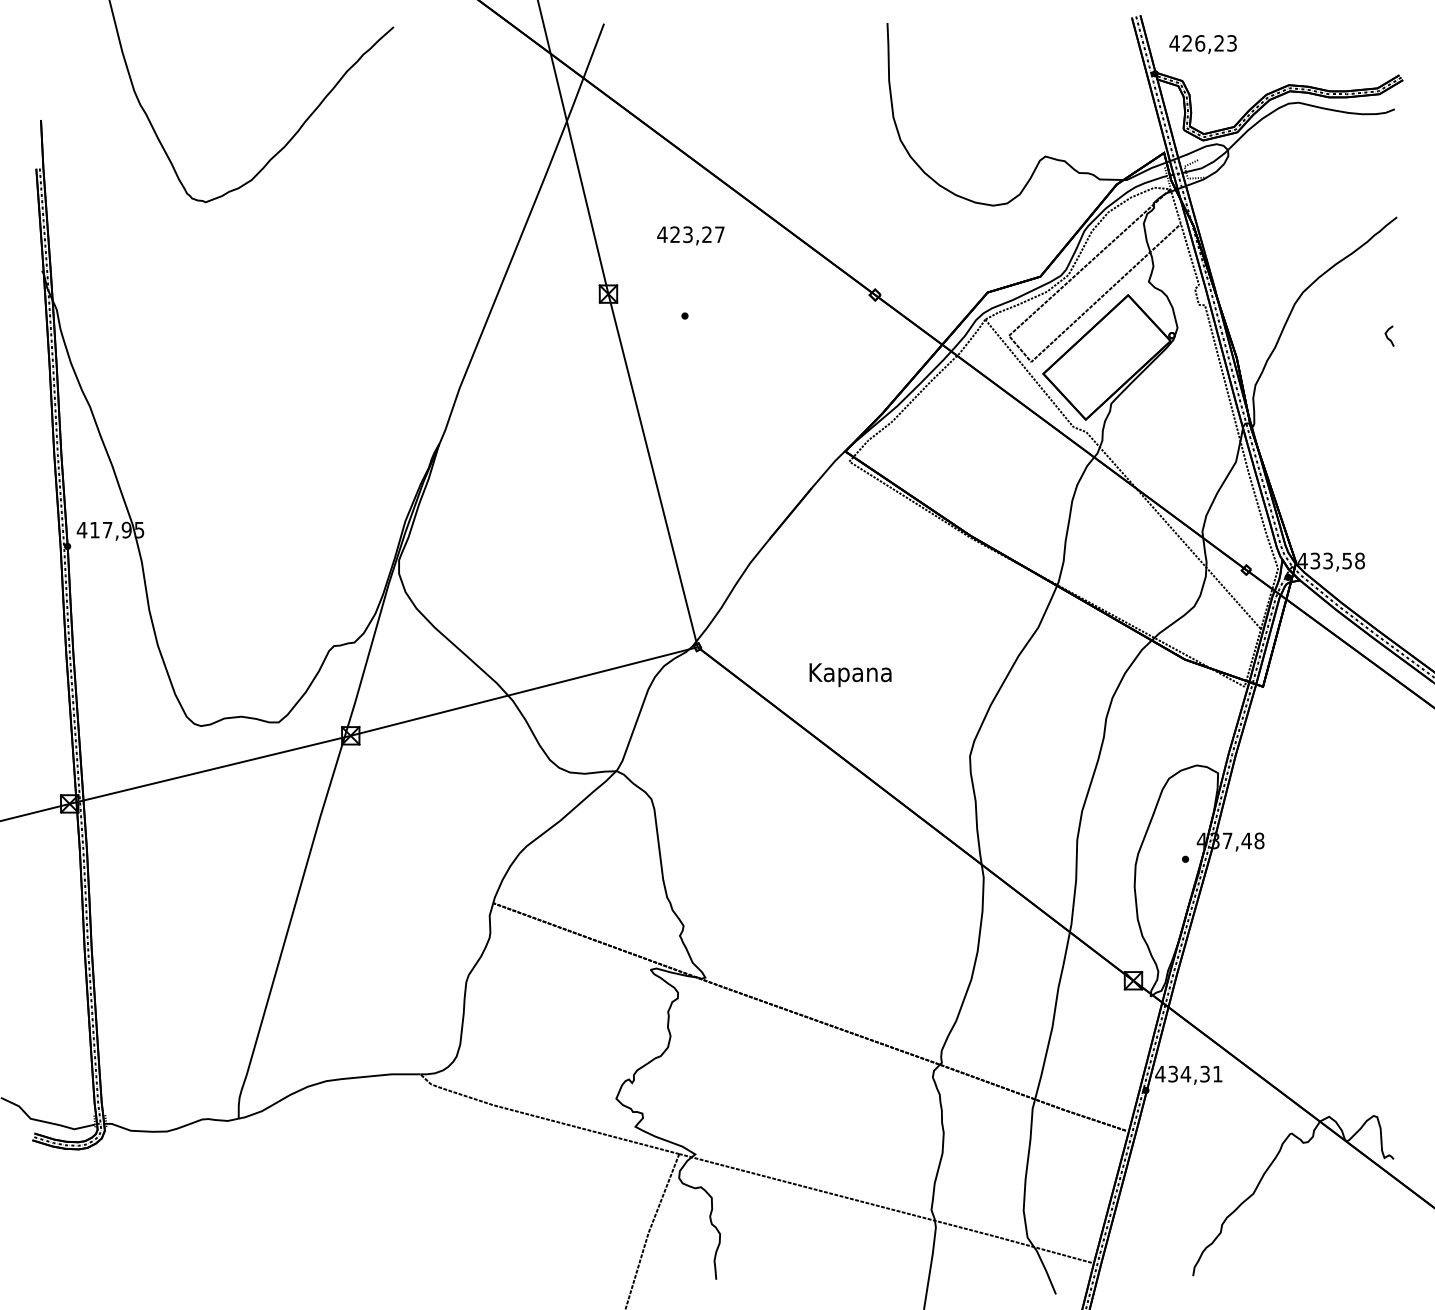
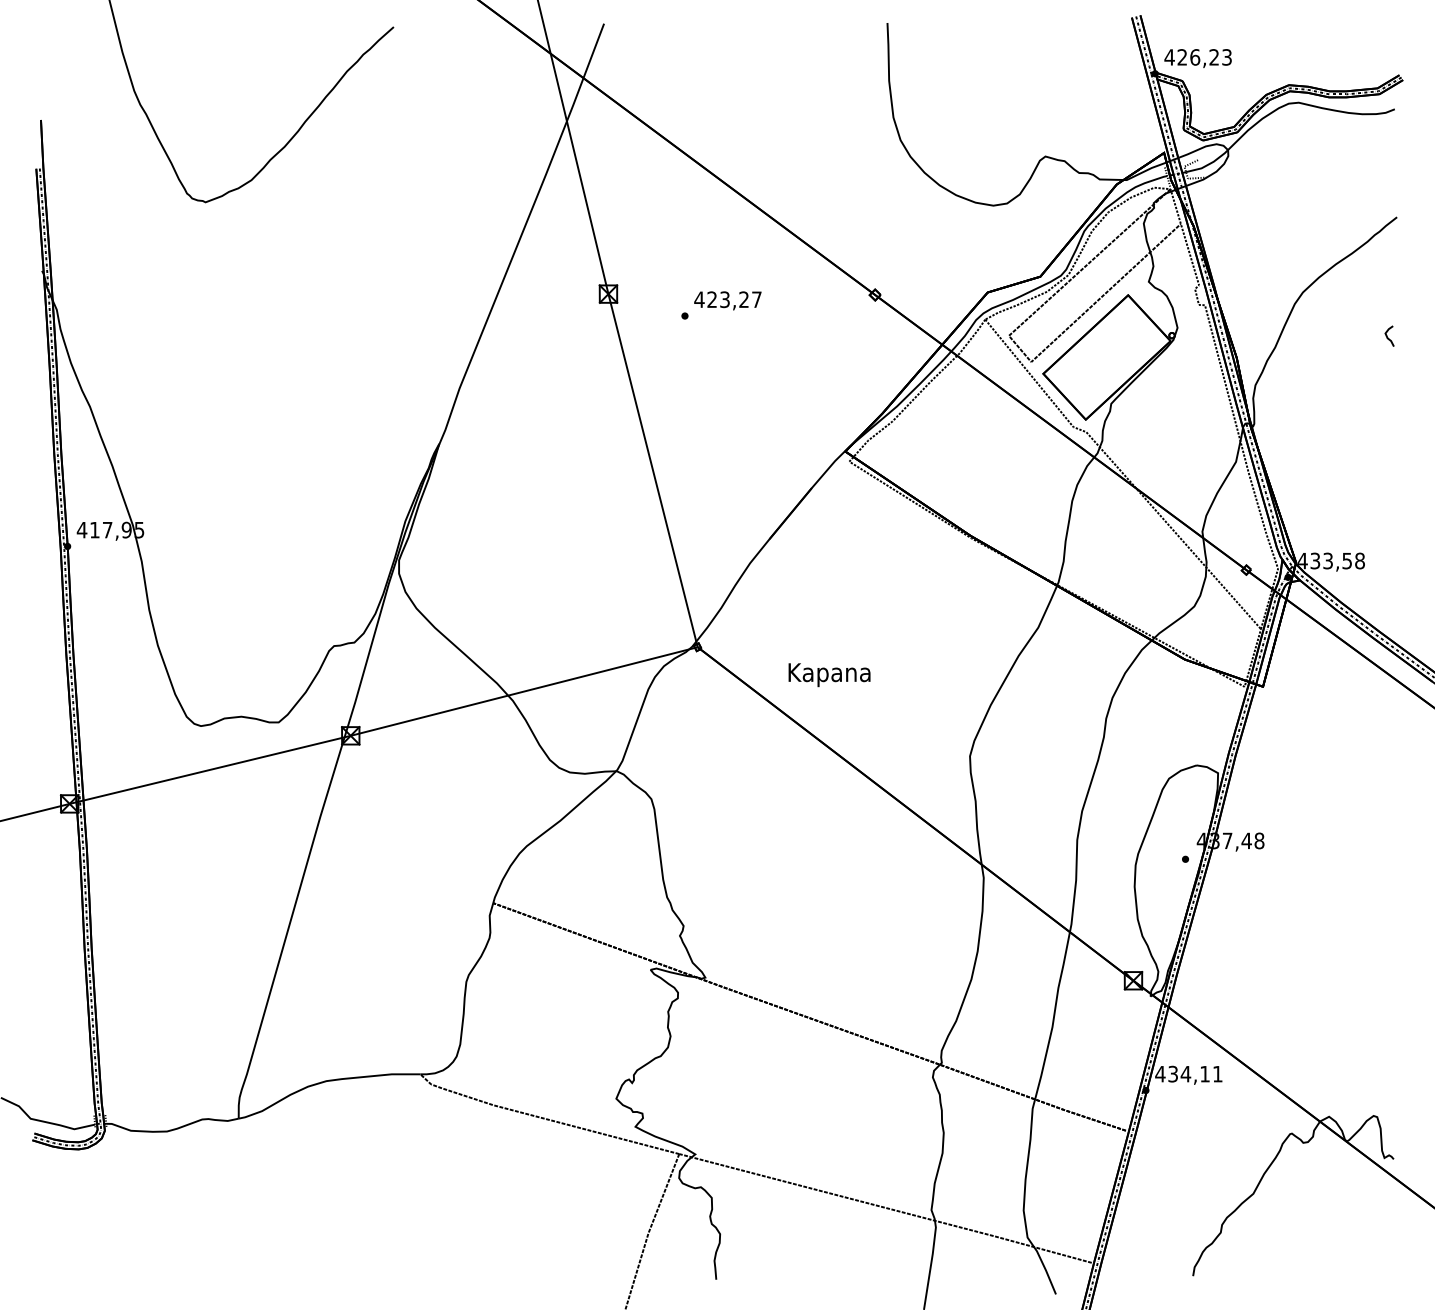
text at (1202, 44) position: (1202, 44) -> (1197, 58)
text at (690, 235) position: (690, 235) -> (727, 300)
text at (850, 675) position: (850, 675) -> (829, 675)
text at (1204, 1073): 434,31 -> 434,11
